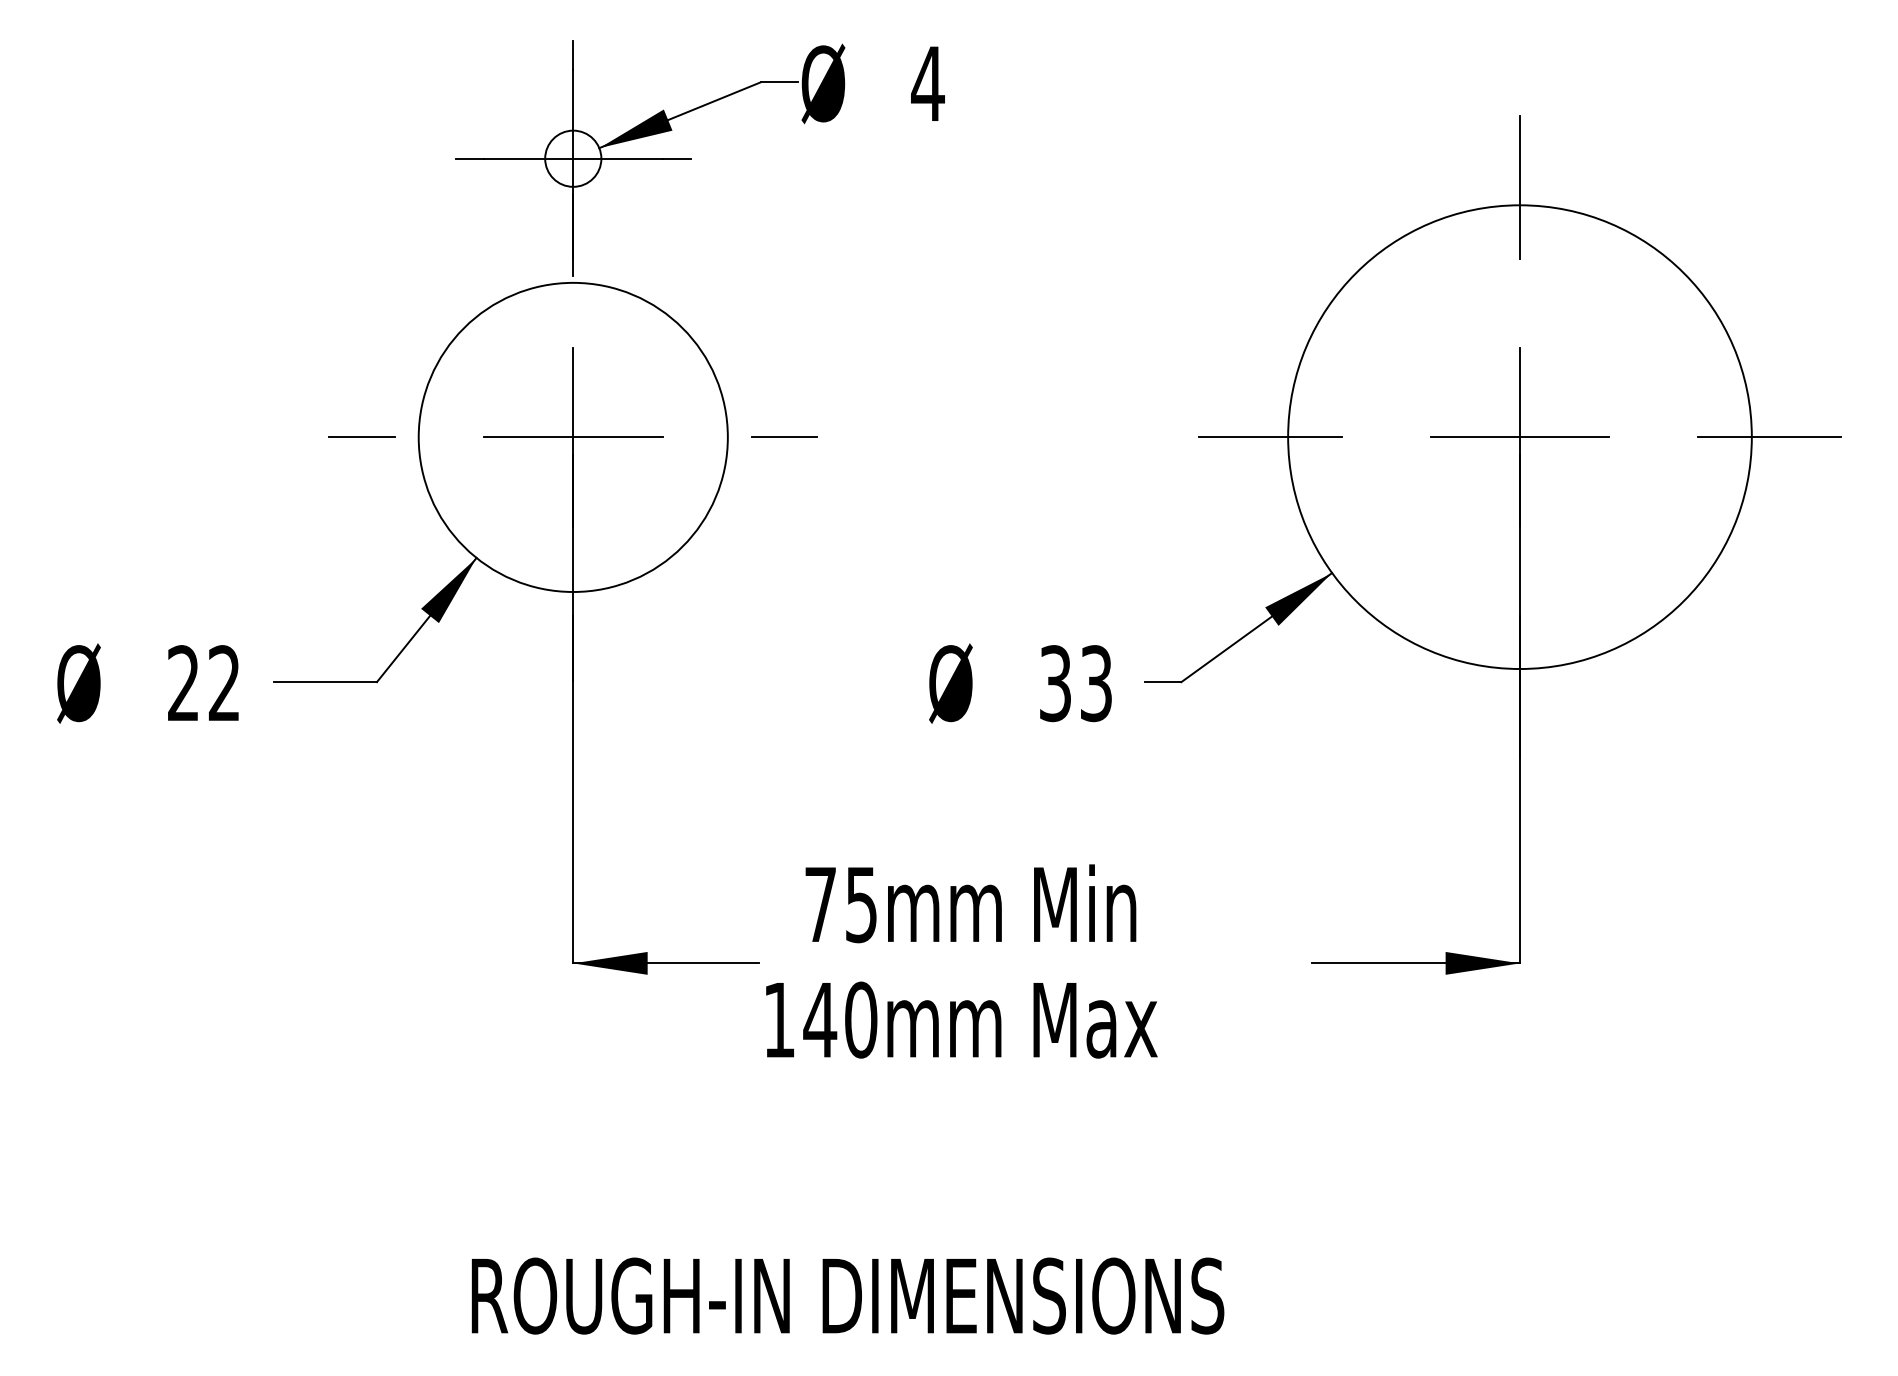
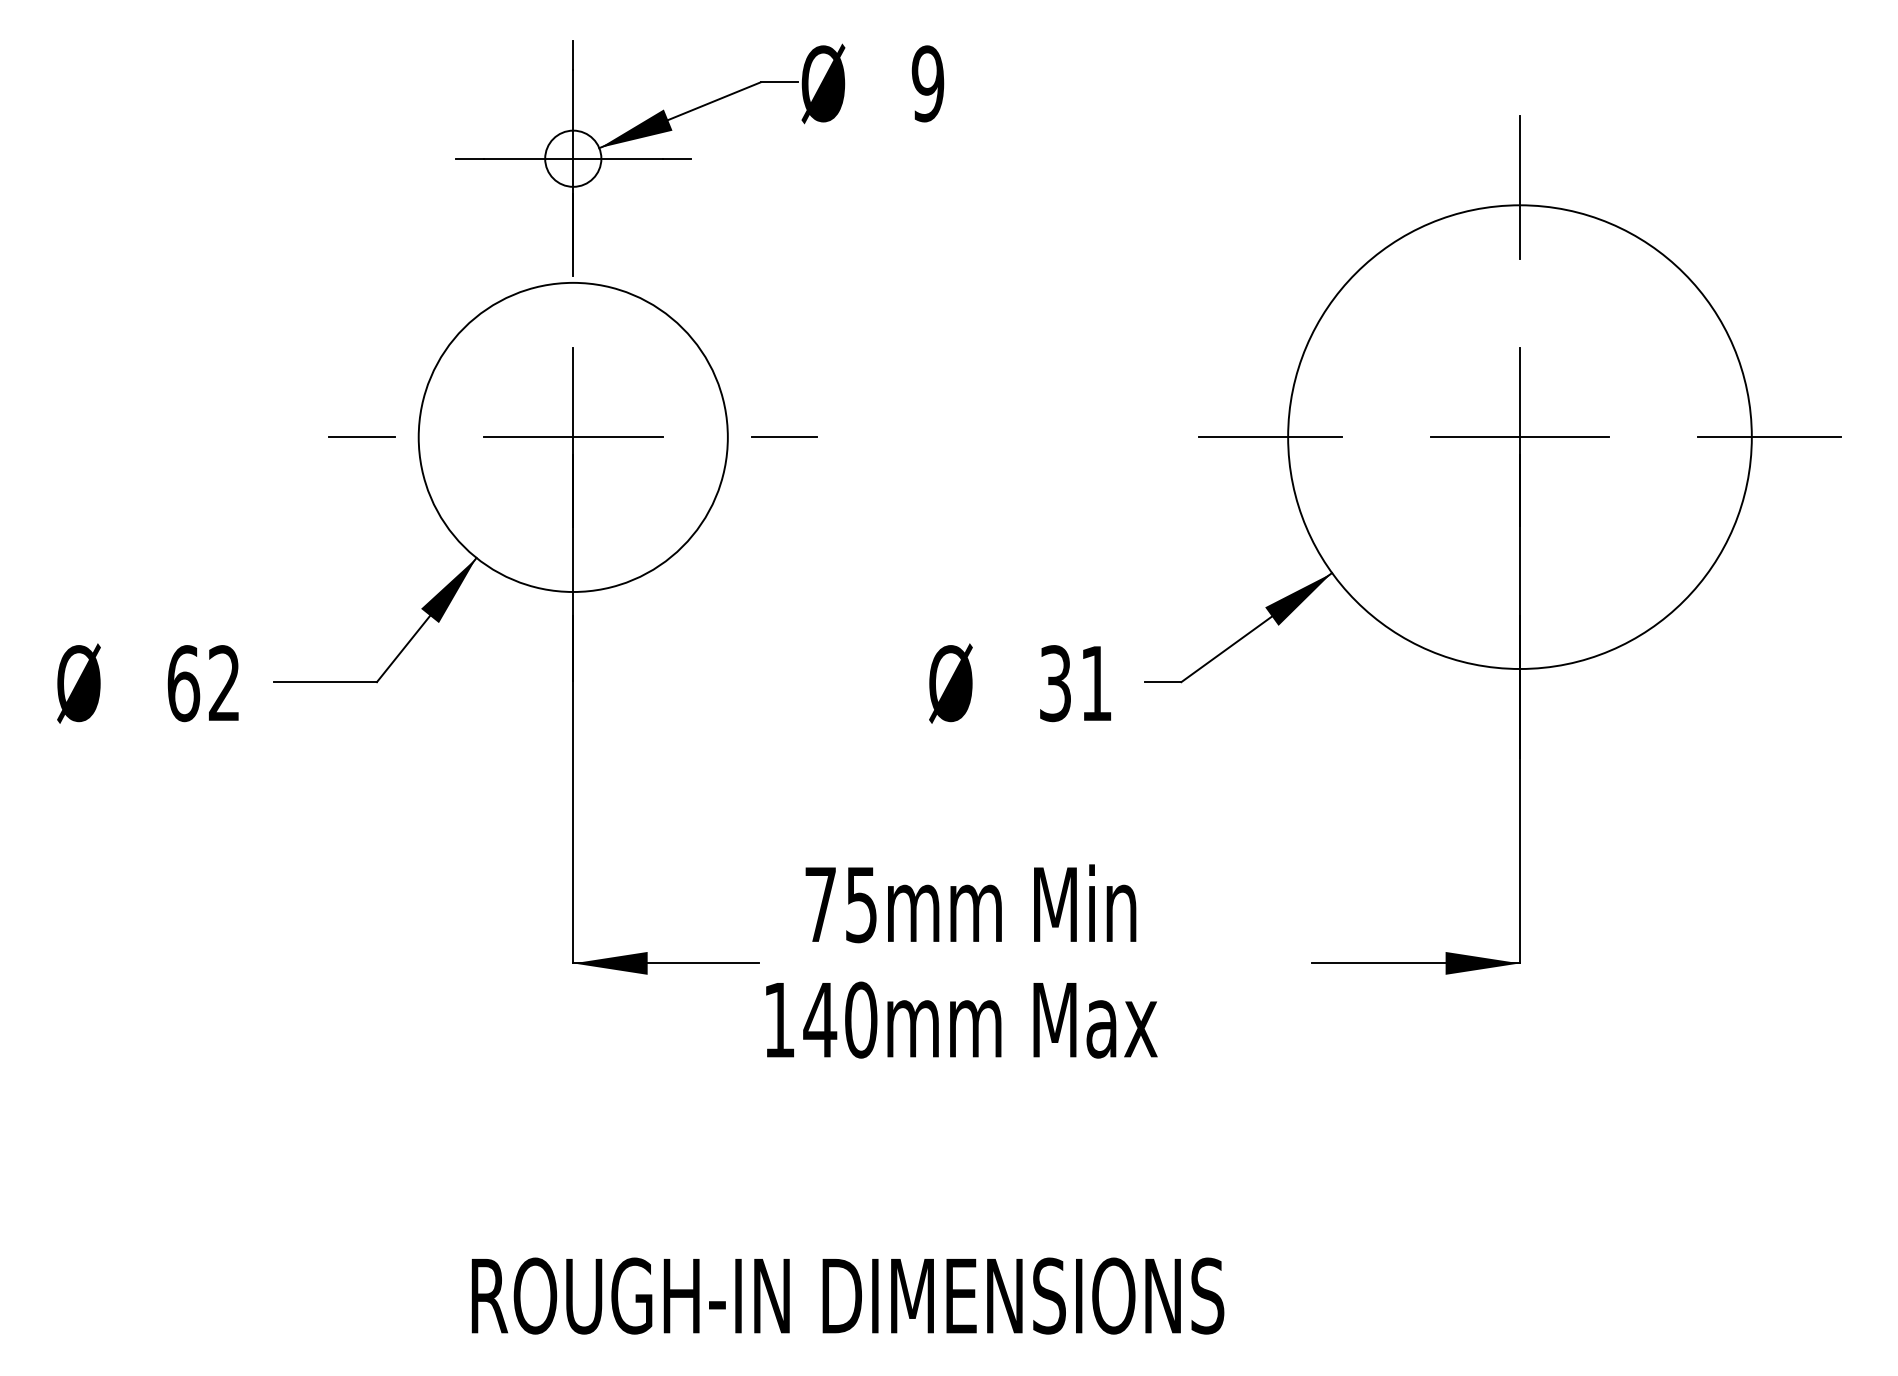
text at (927, 83): 4 -> 9
text at (183, 683): 22 -> 62
text at (1096, 683): 33 -> 31
